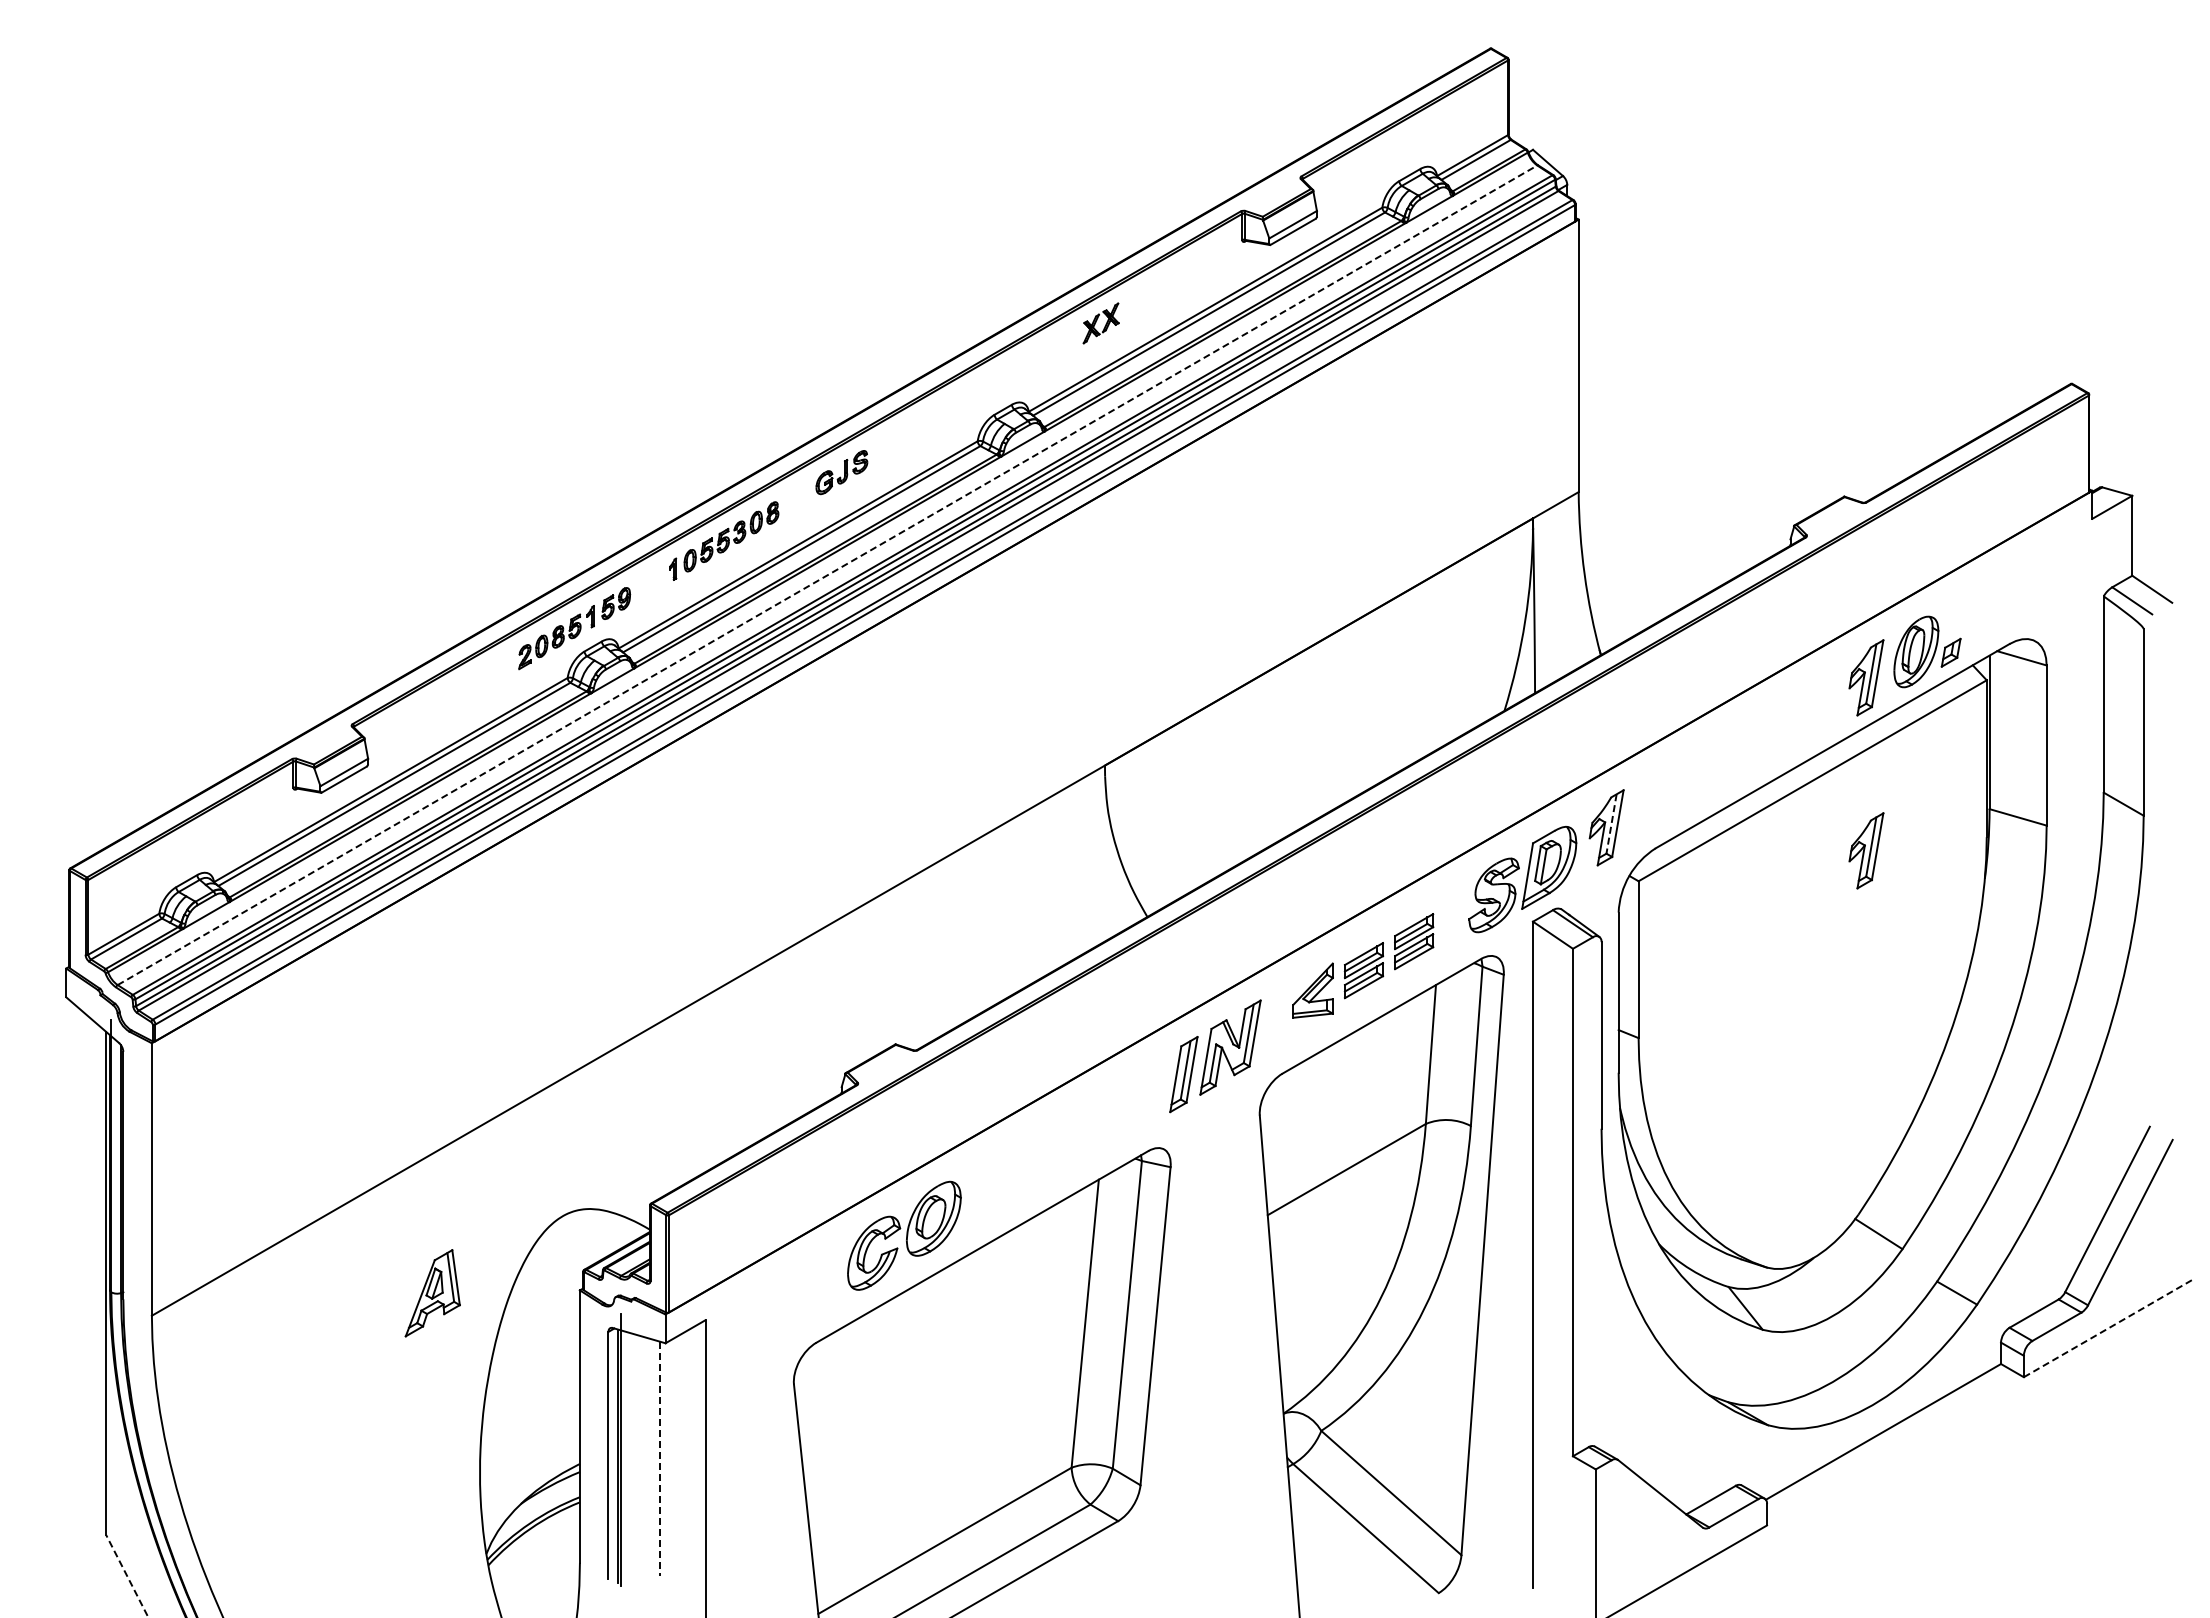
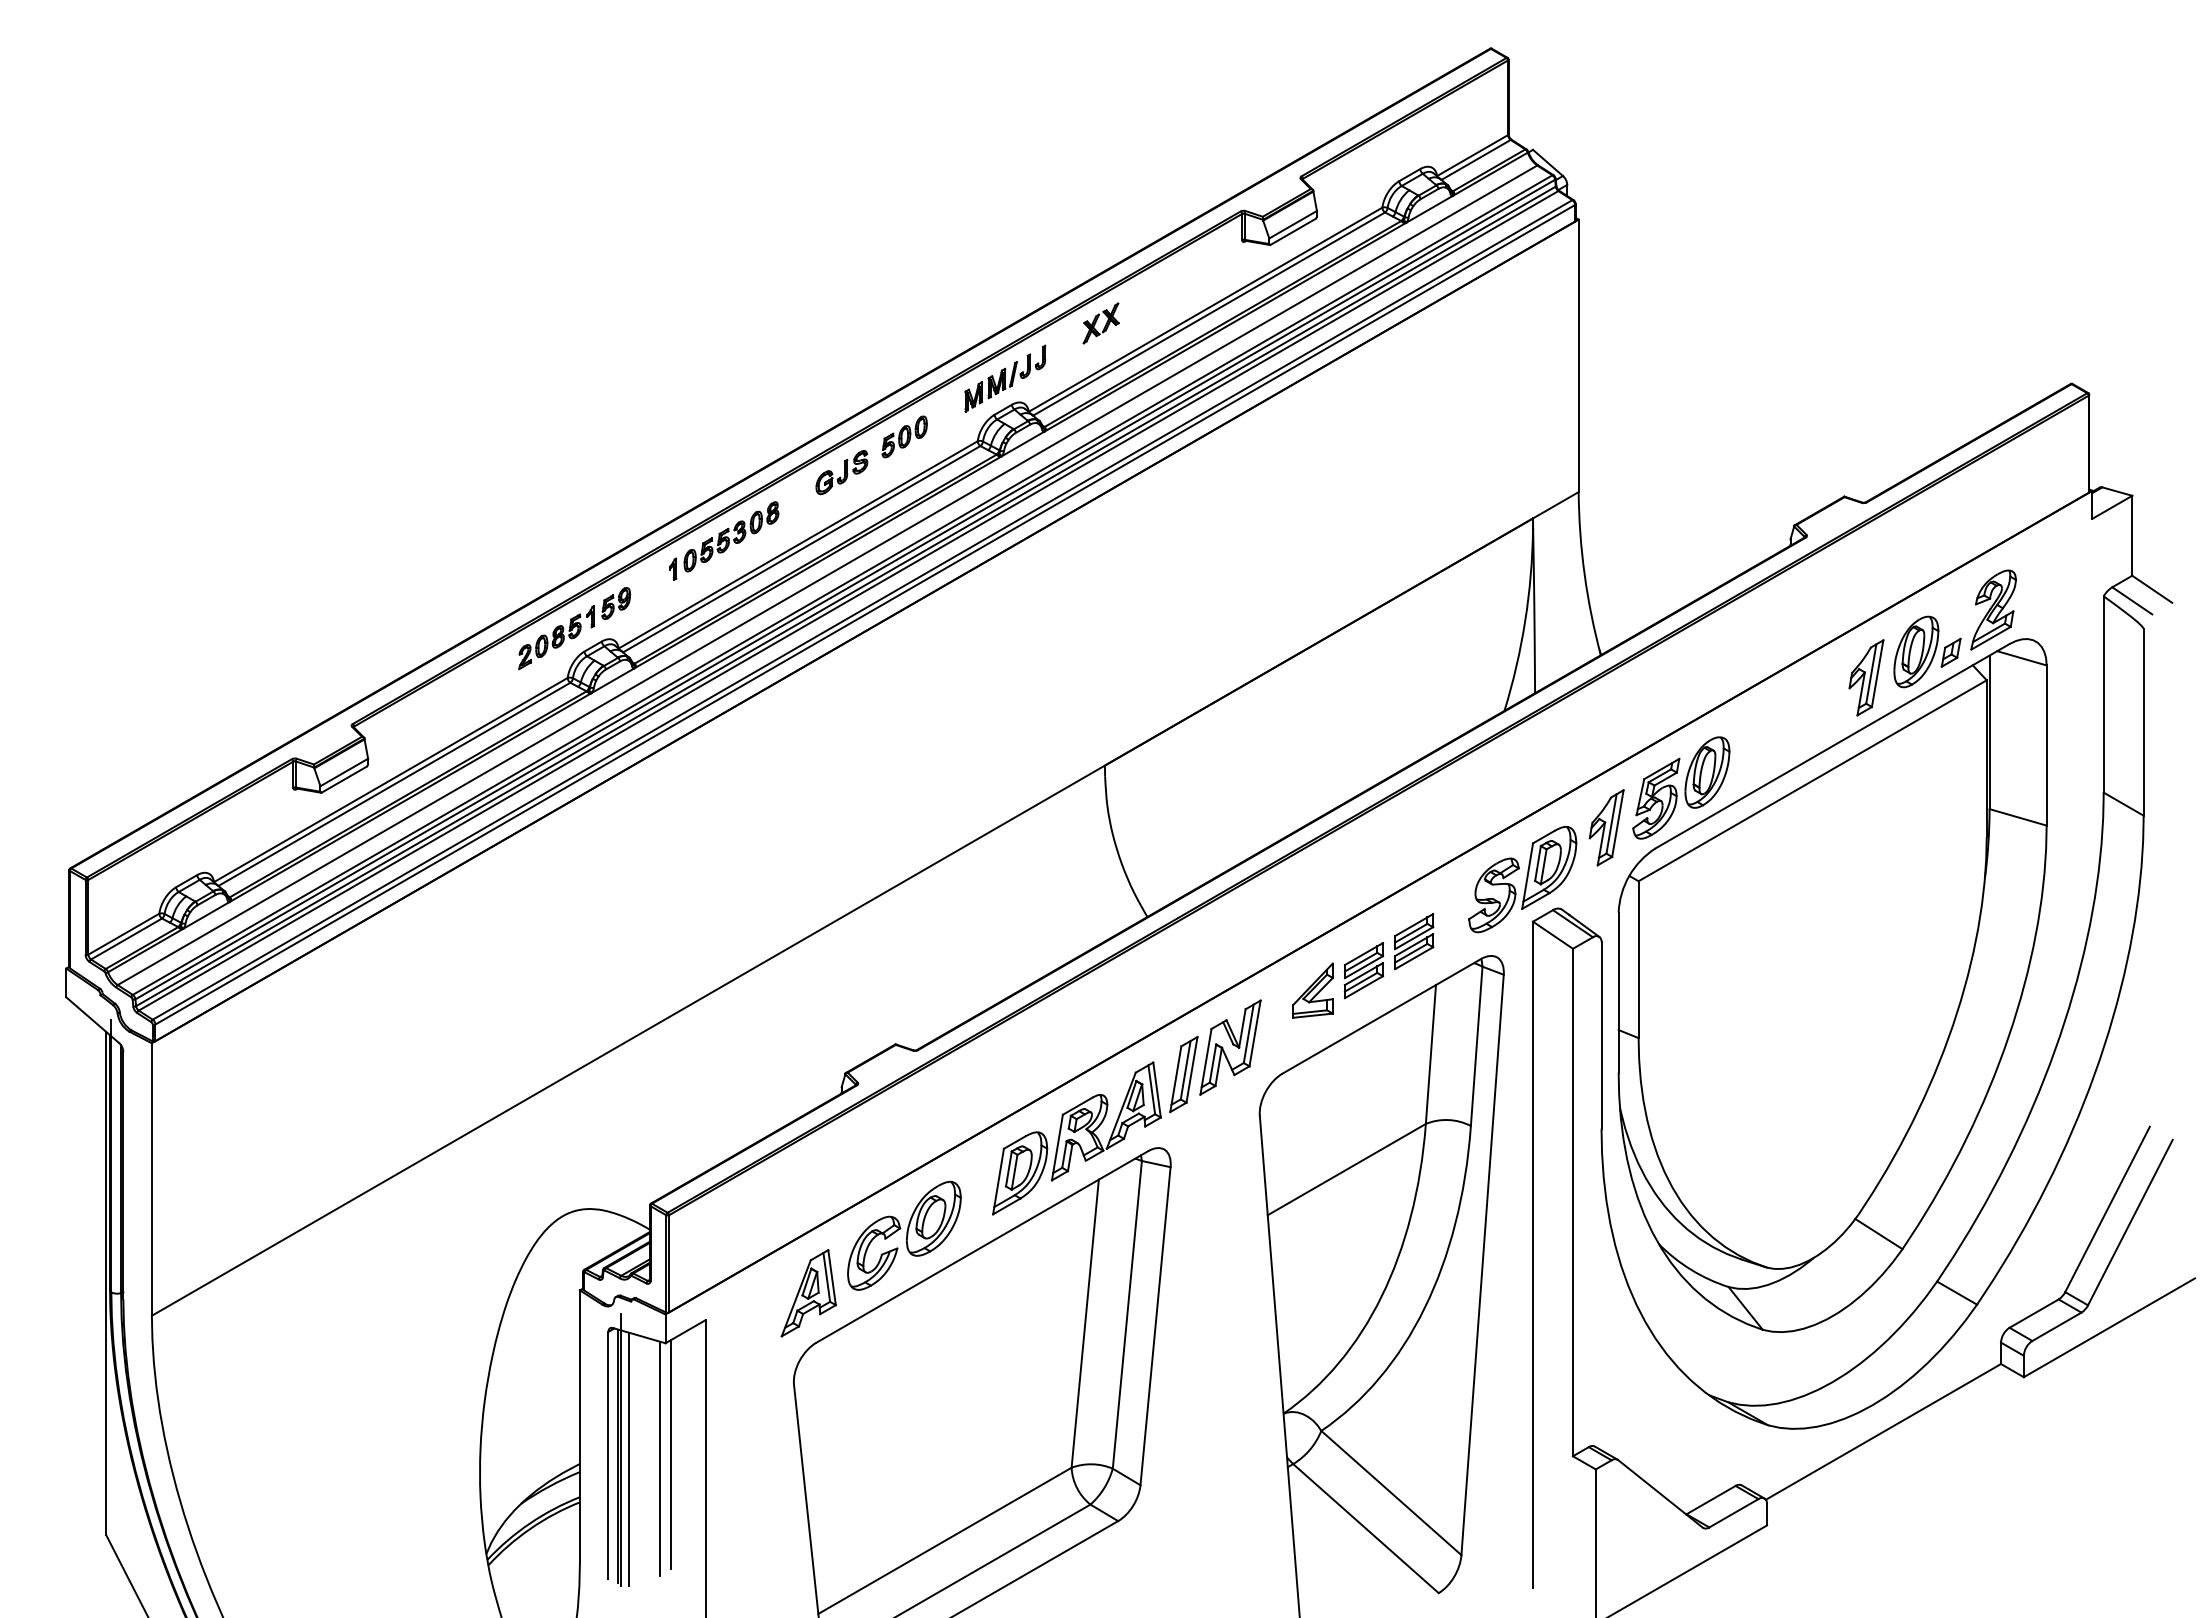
part at (1005, 378): none -> present
part at (904, 436): none -> present
line at (827, 575): dashed -> solid
part at (1993, 609): none -> present
part at (1681, 787): none -> present
line at (1611, 824): dashed -> solid
part at (1866, 850): present -> none
part at (1076, 1138): none -> present
part at (432, 1293) position: (432, 1293) -> (808, 1293)
line at (2109, 1327): dashed -> solid
line at (671, 1454): none -> present
line at (628, 1459): none -> present
line at (659, 1459): dashed -> solid
line at (127, 1576): dashed -> solid
